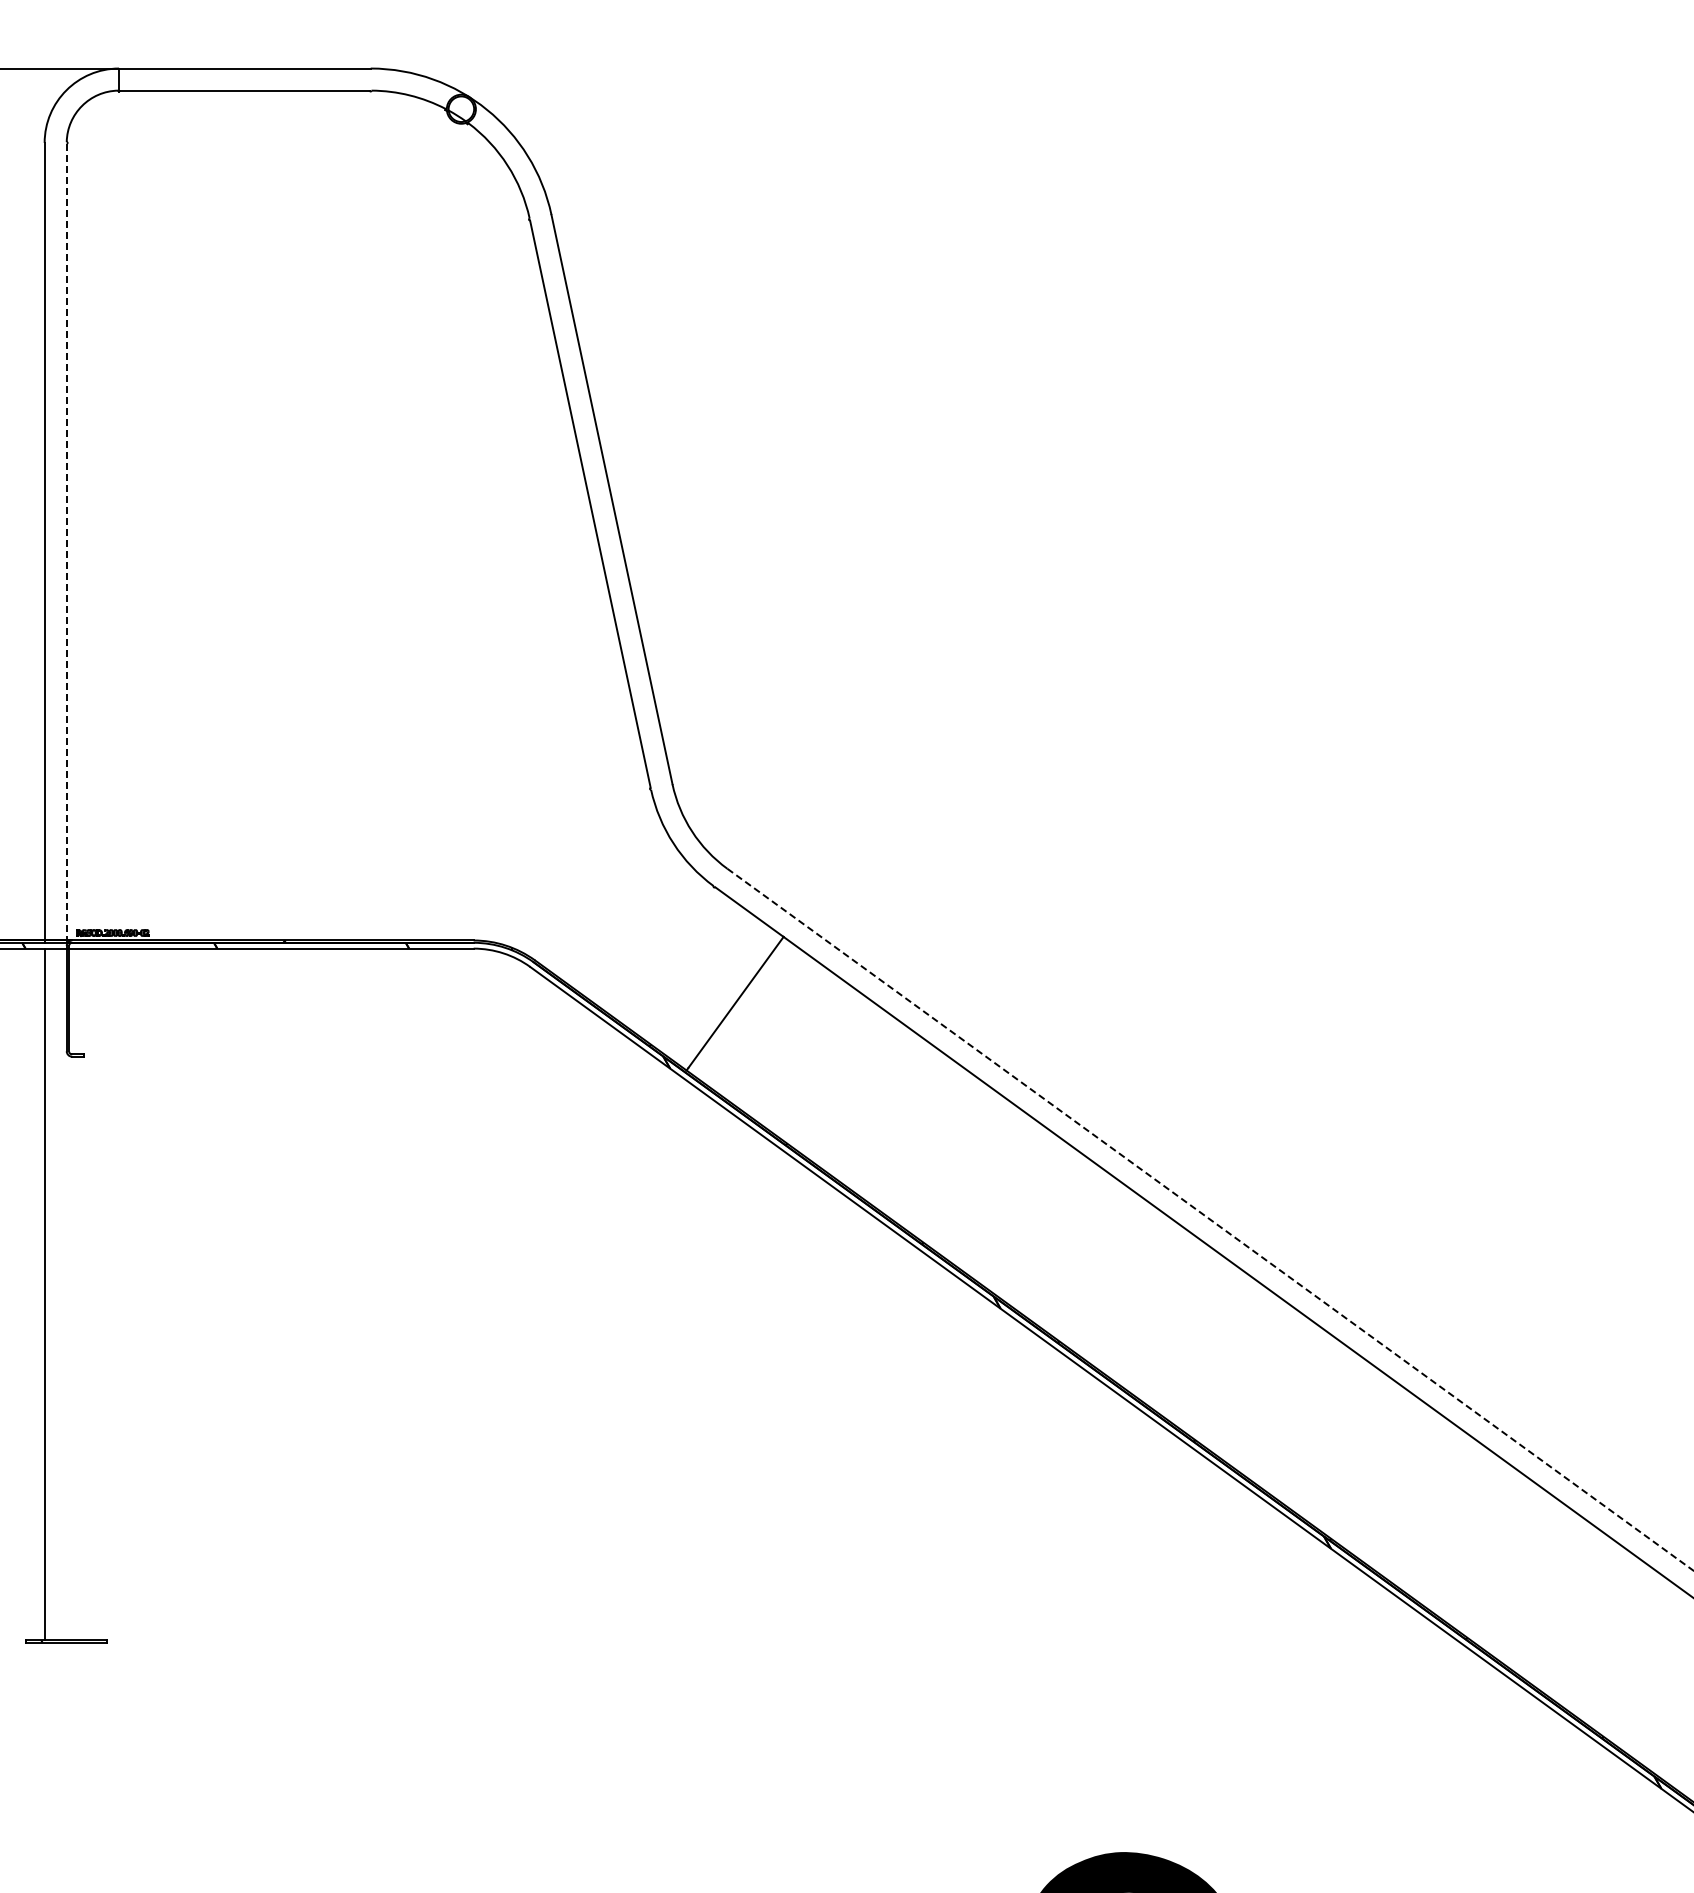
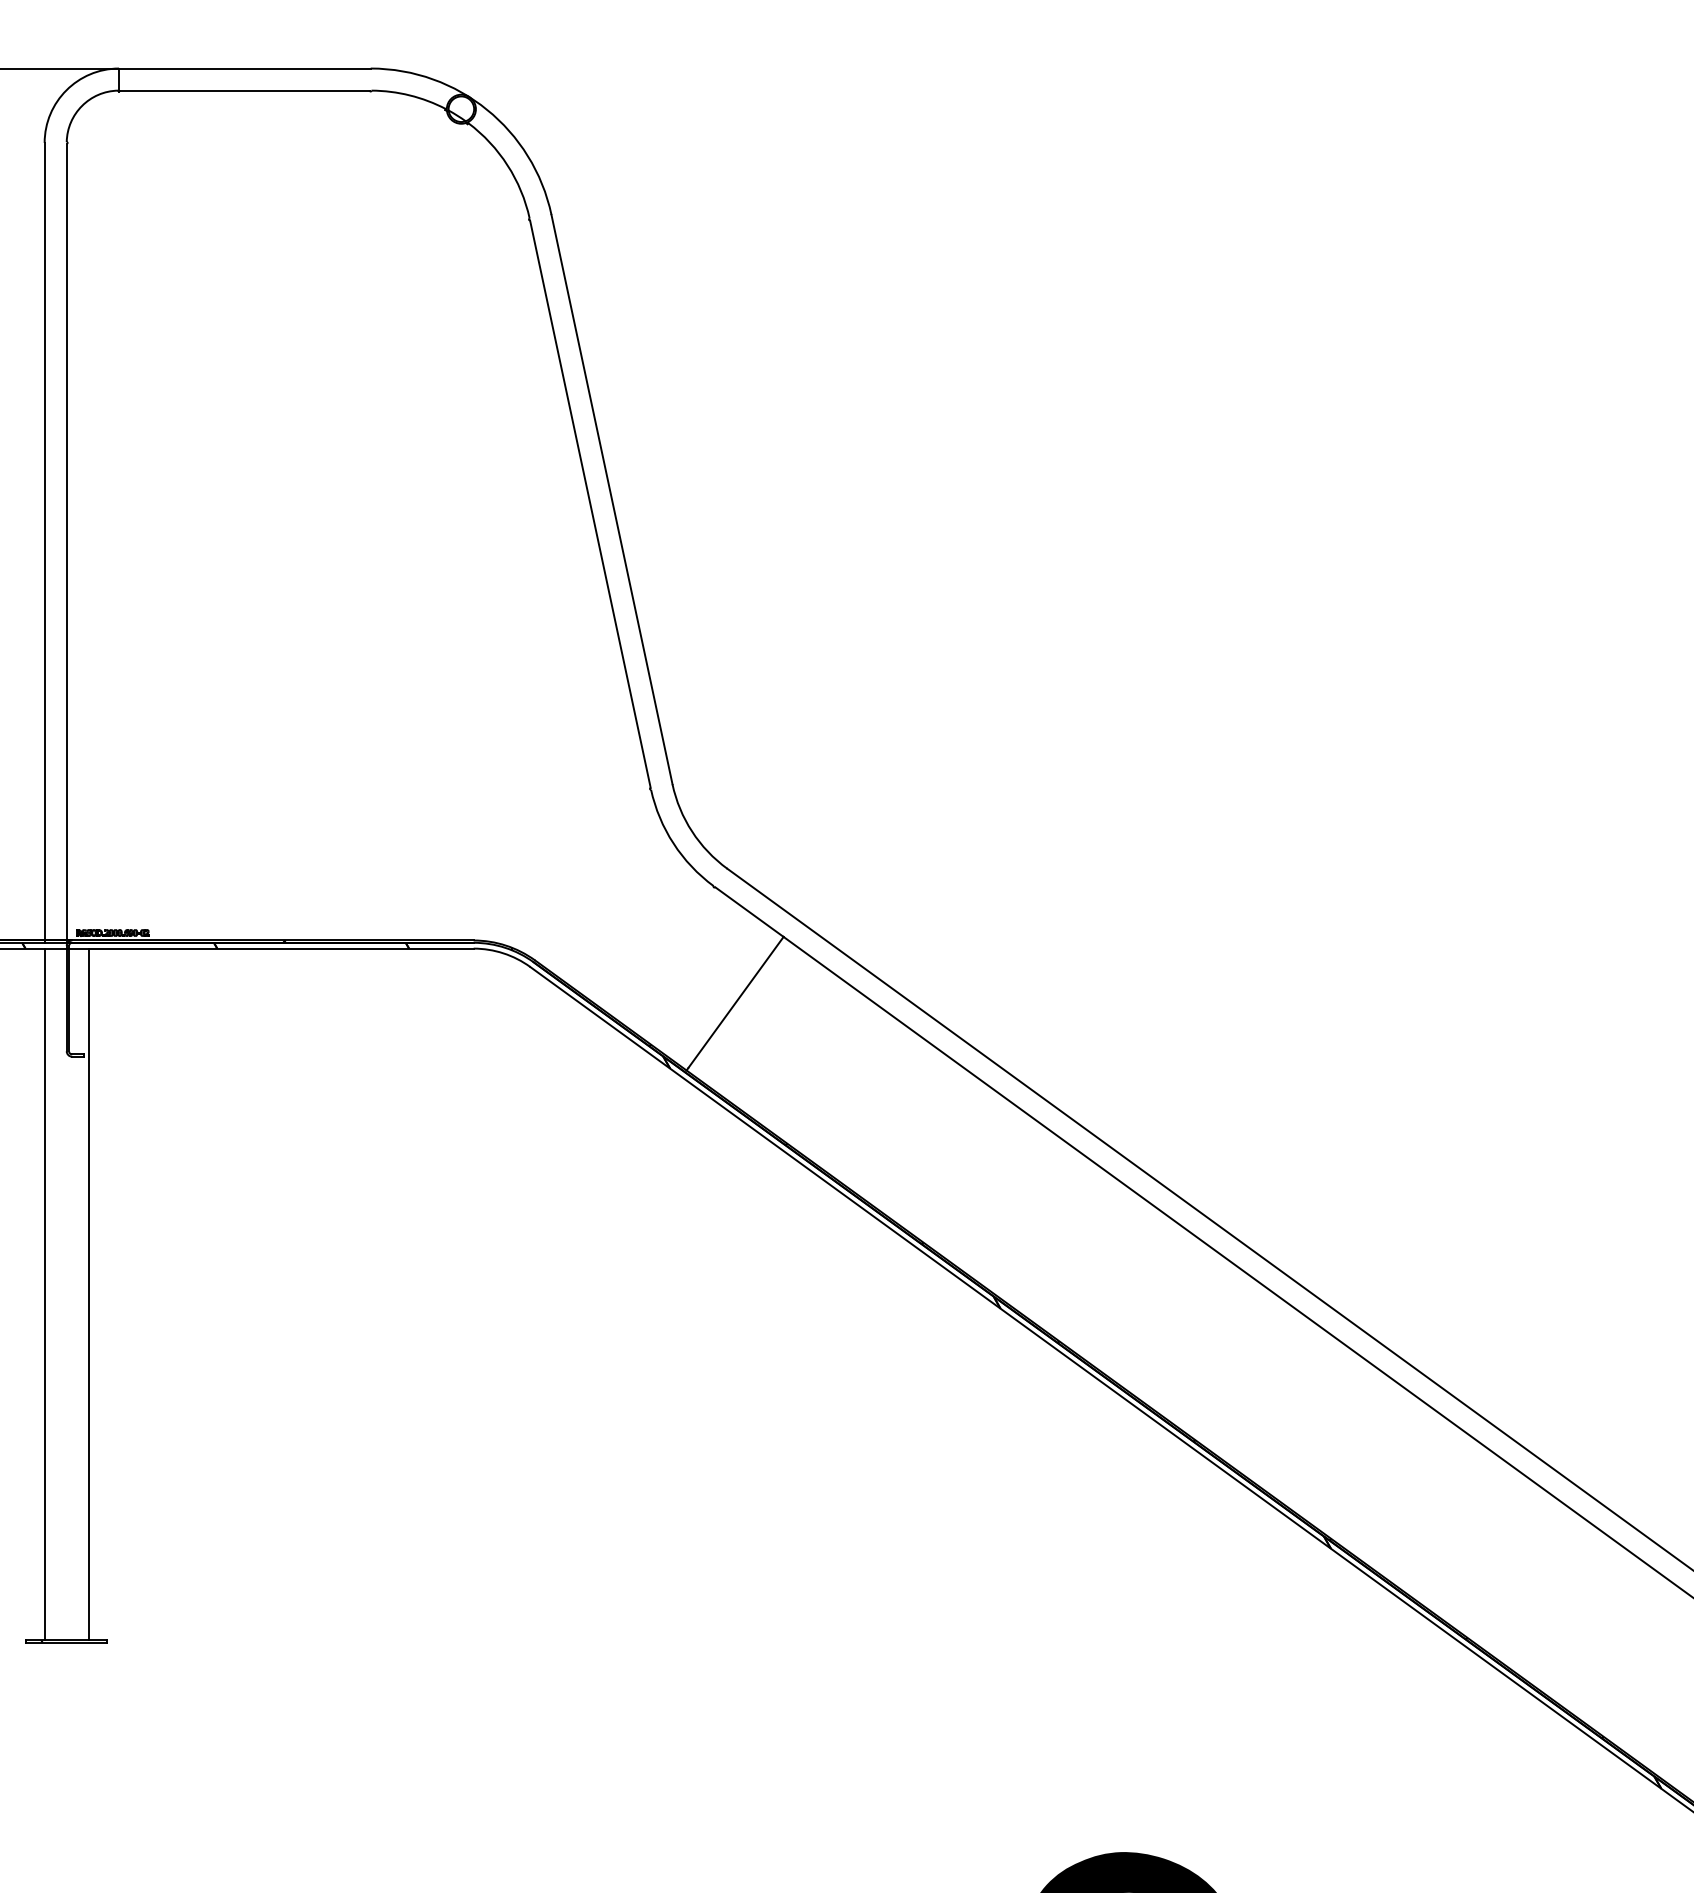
line at (66, 543): dashed -> solid
line at (1210, 1219): dashed -> solid
line at (88, 1294): none -> present
